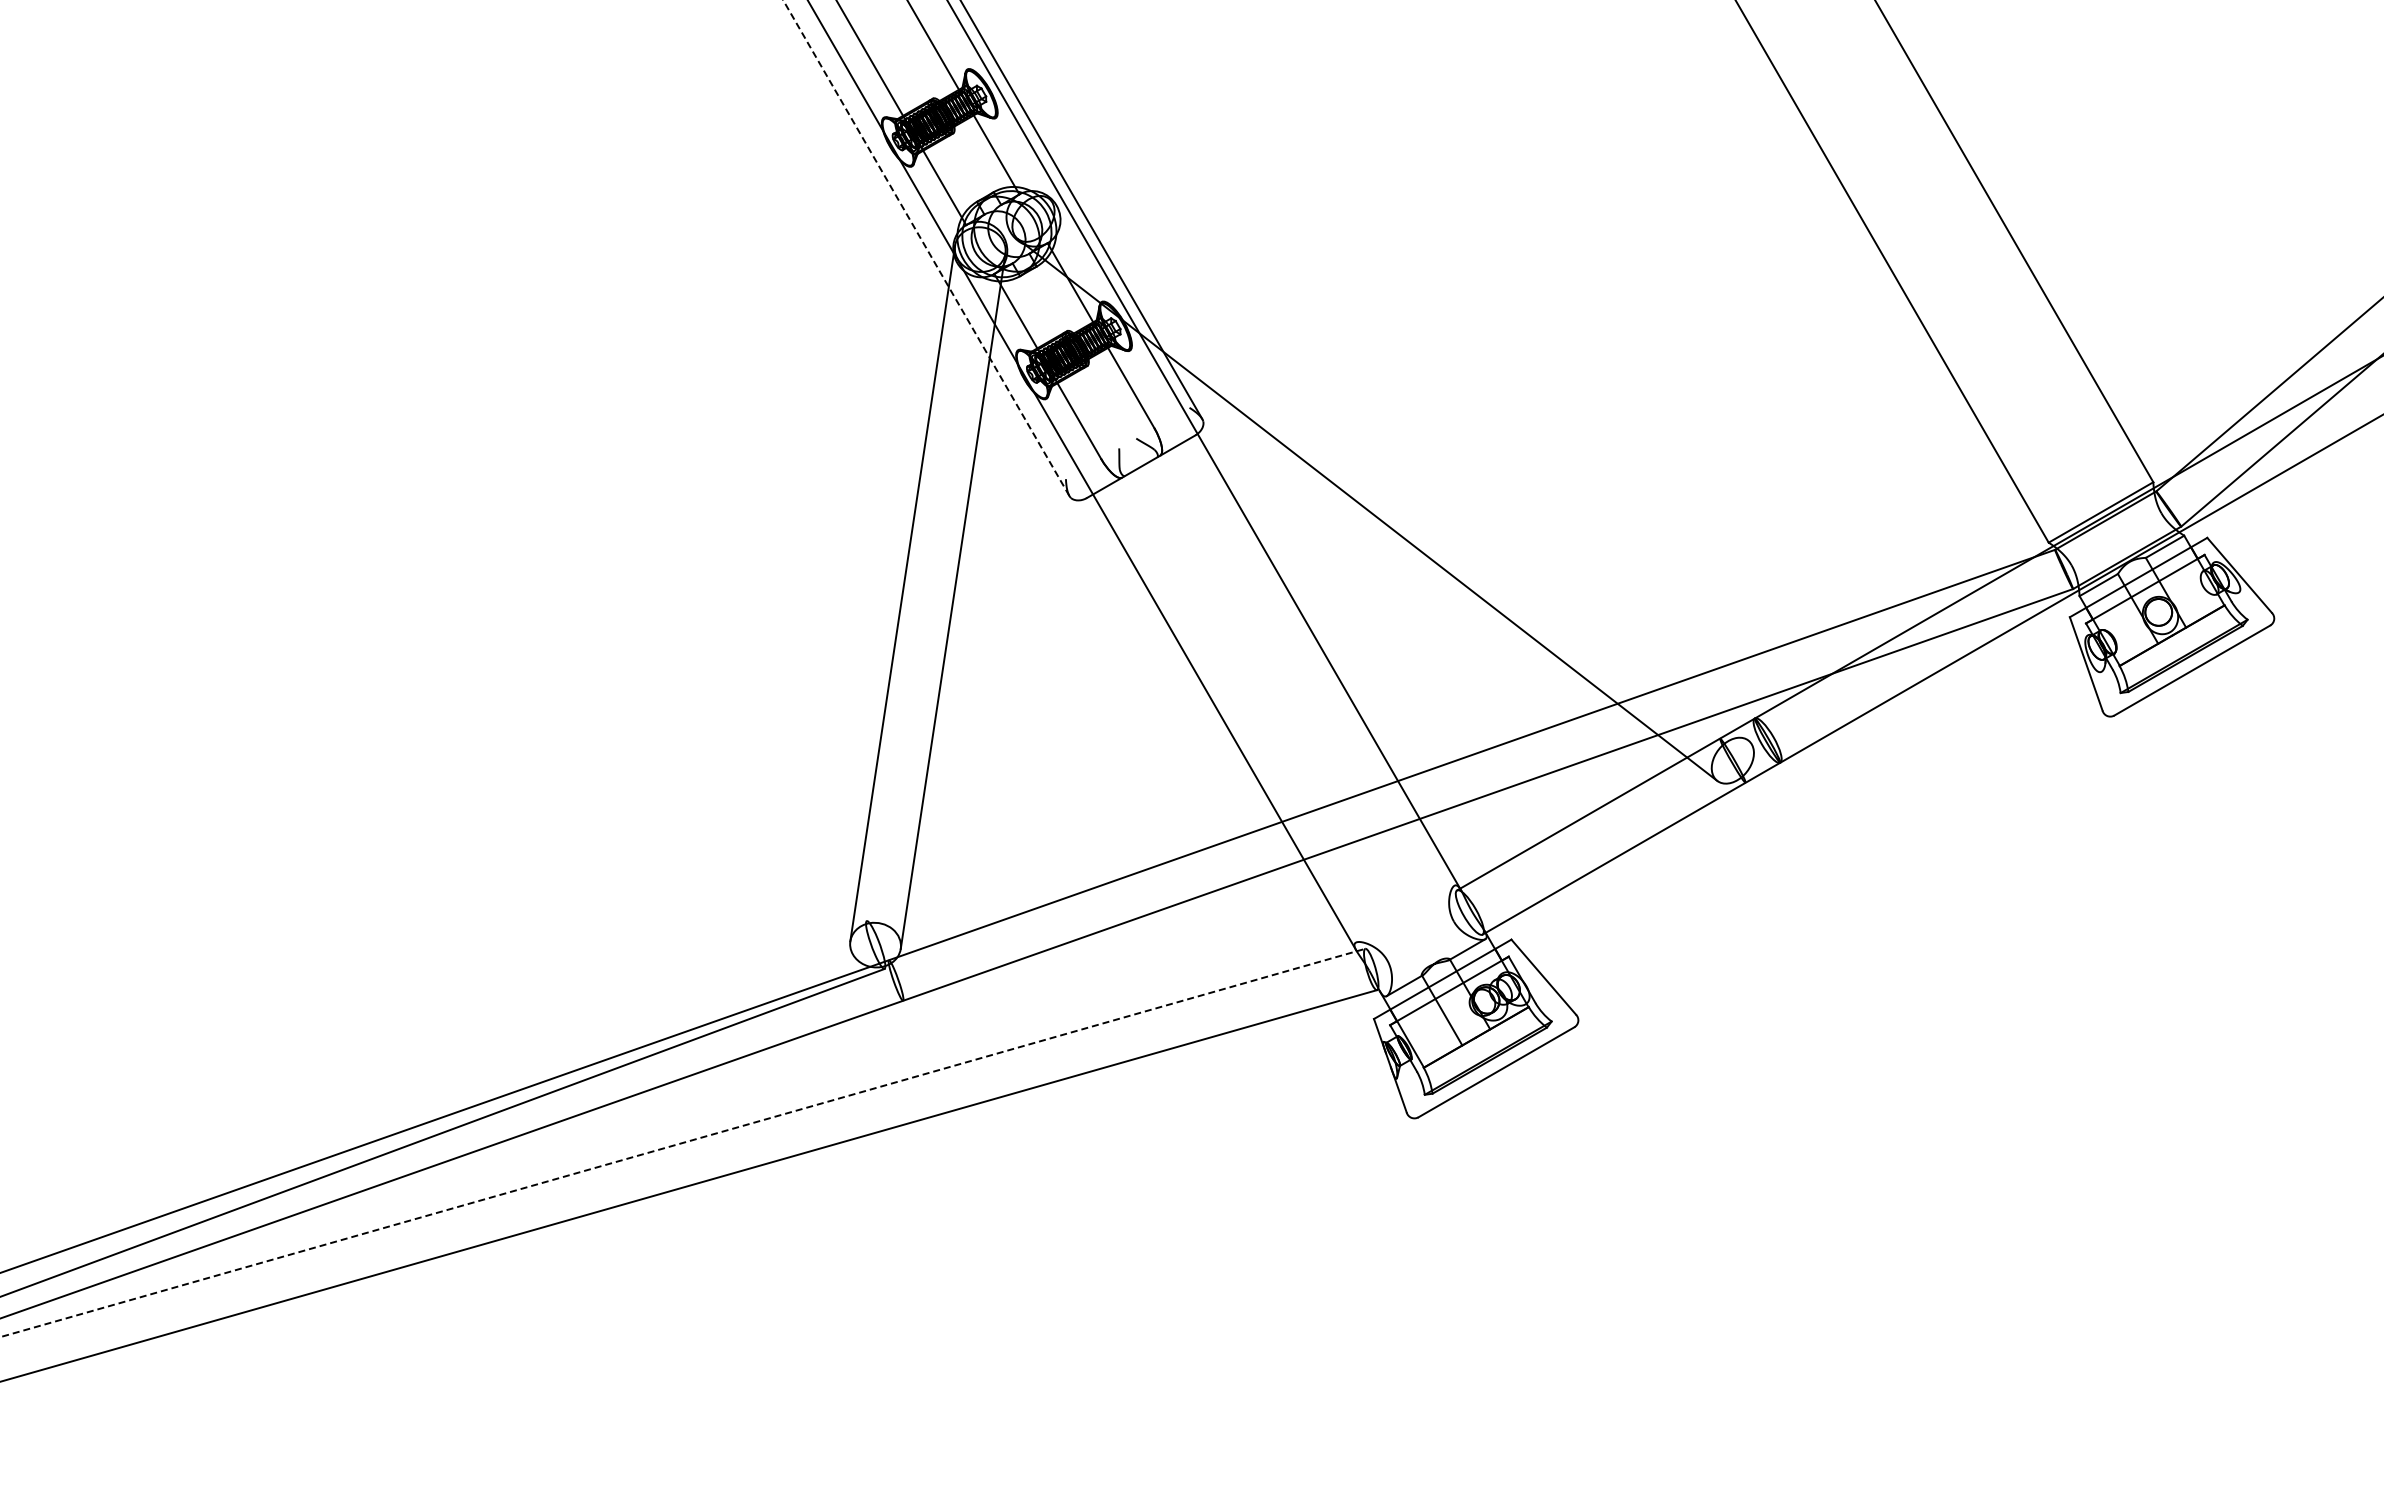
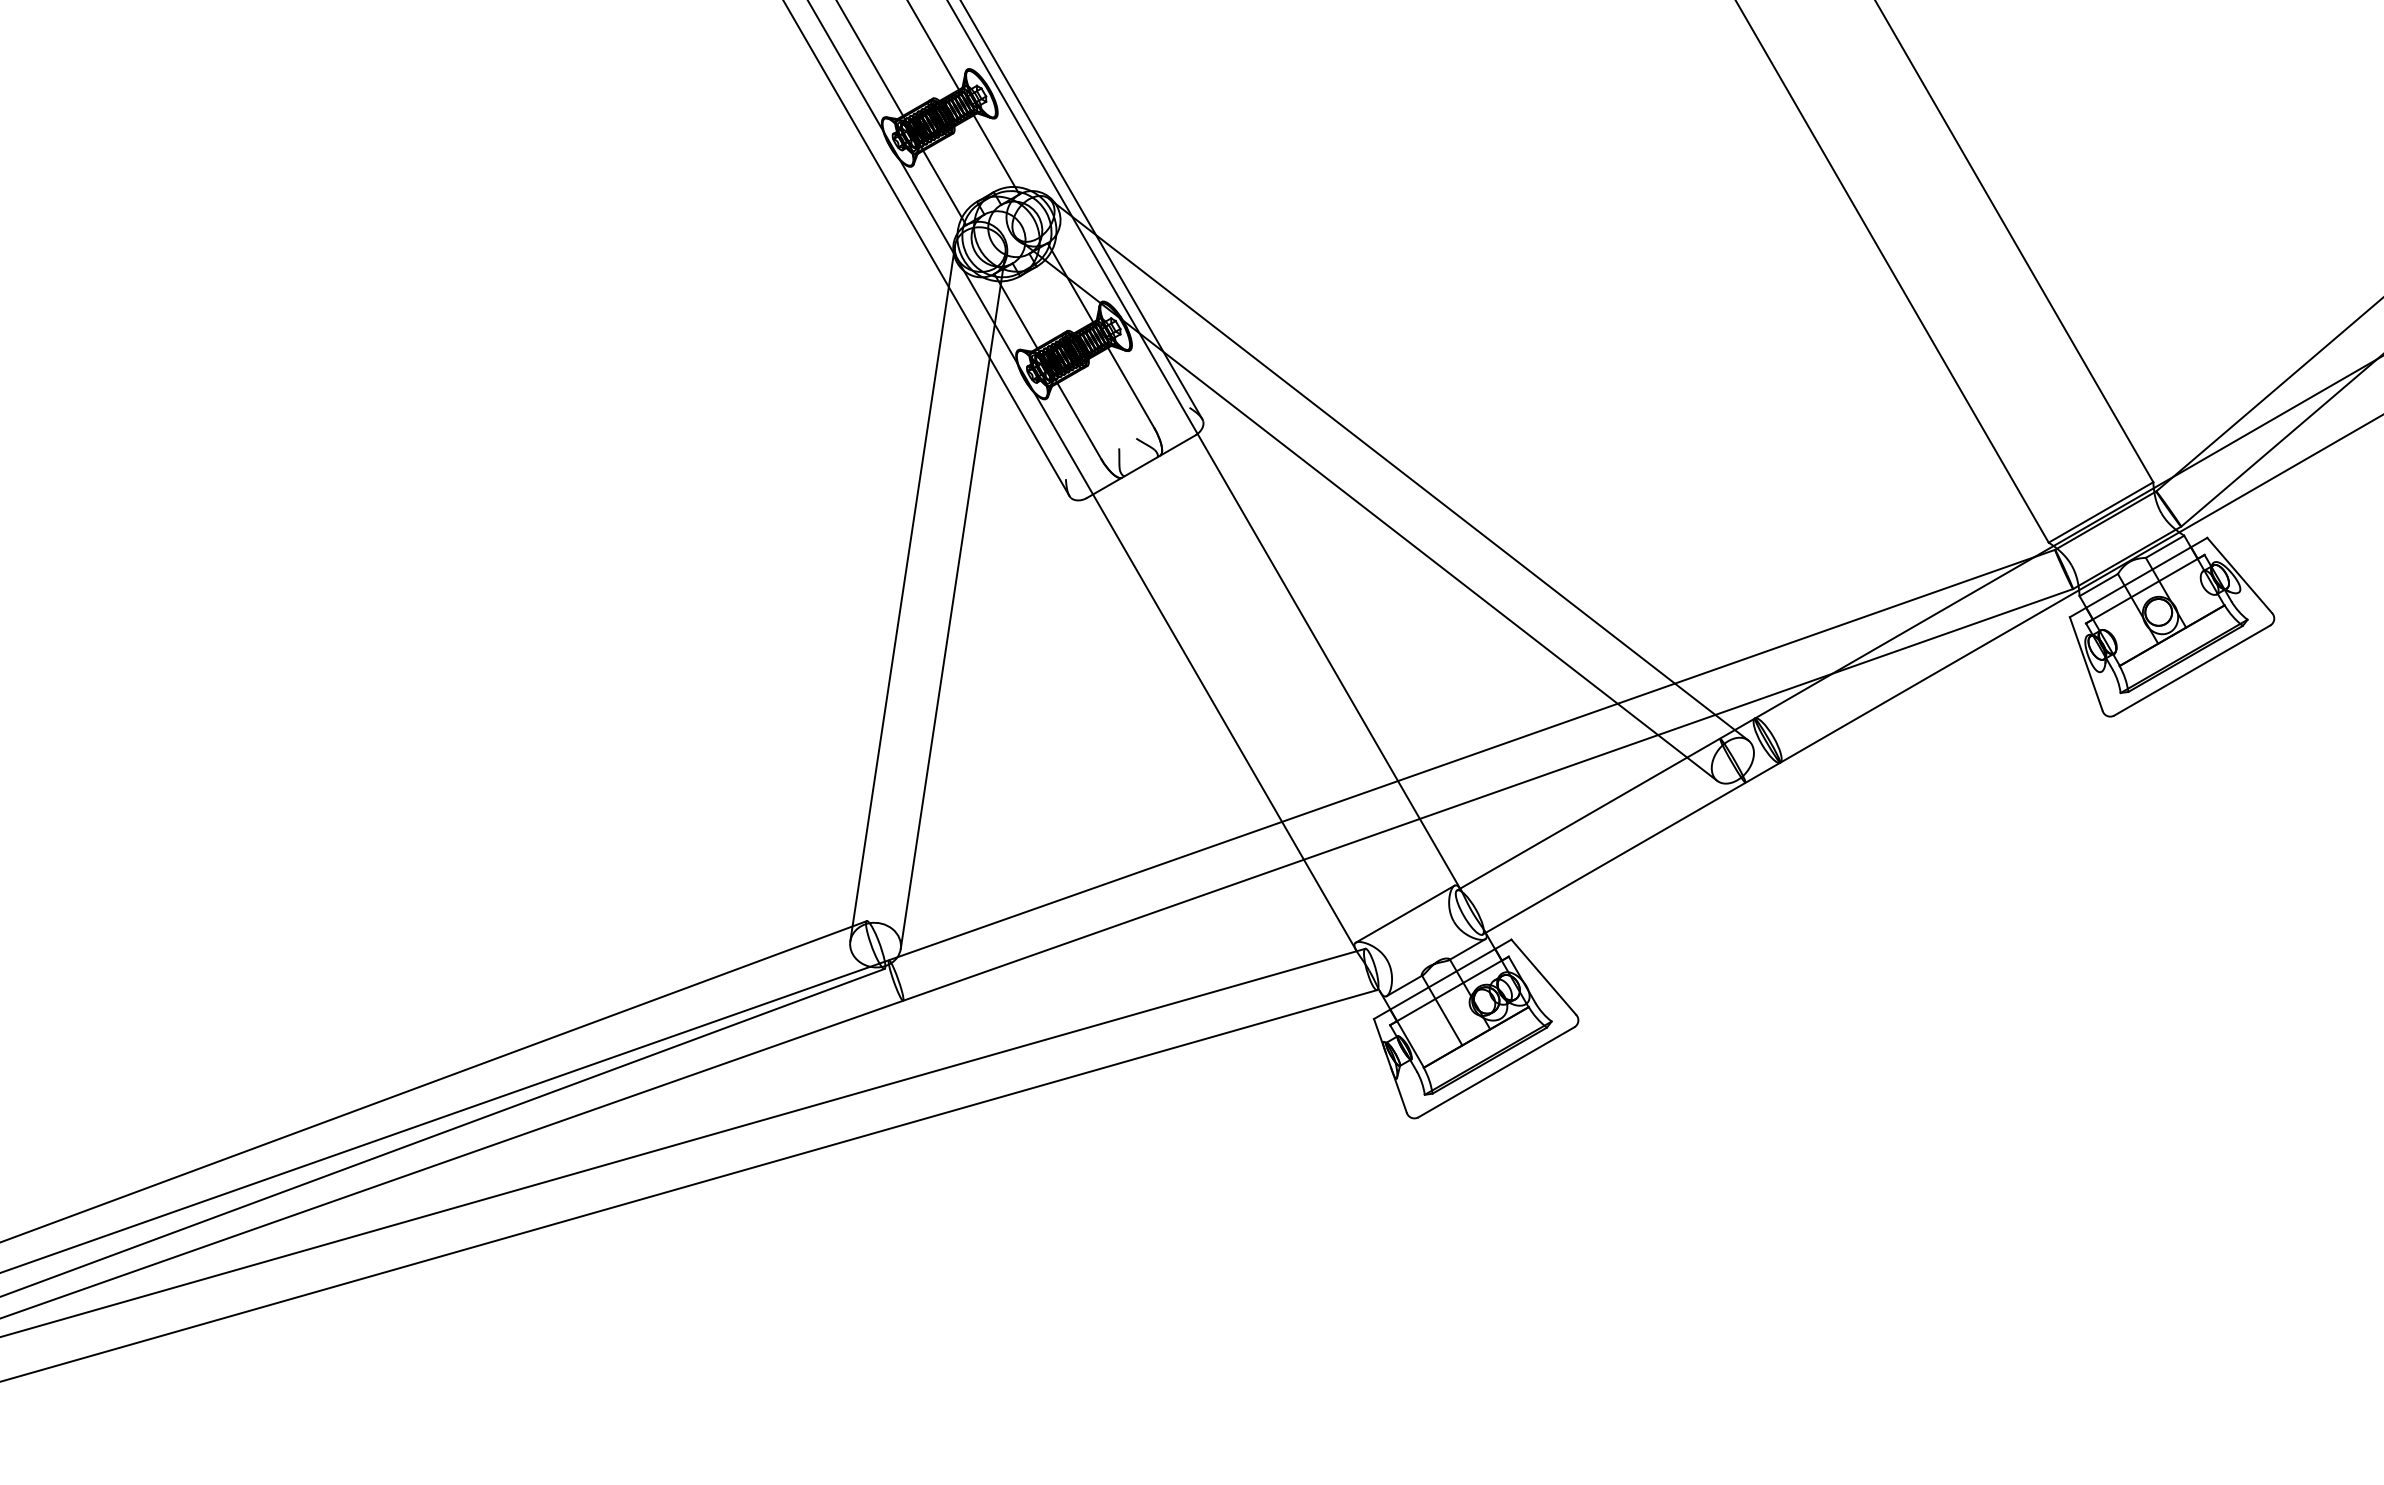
line at (926, 248): dashed -> solid
line at (1398, 469): none -> present
line at (1404, 913): none -> present
line at (434, 1081): none -> present
line at (682, 1142): dashed -> solid
